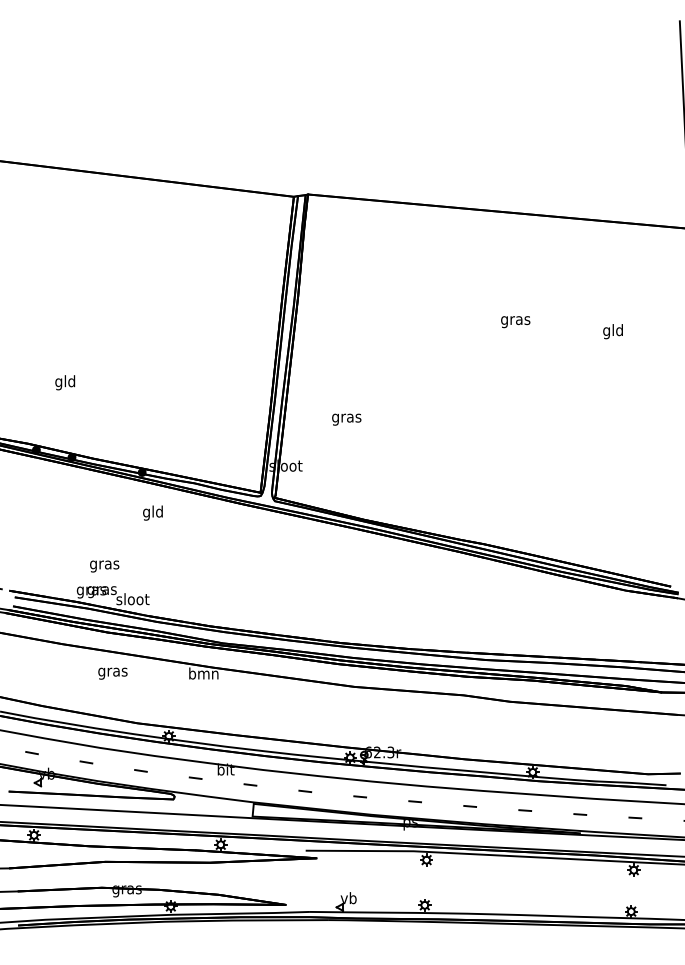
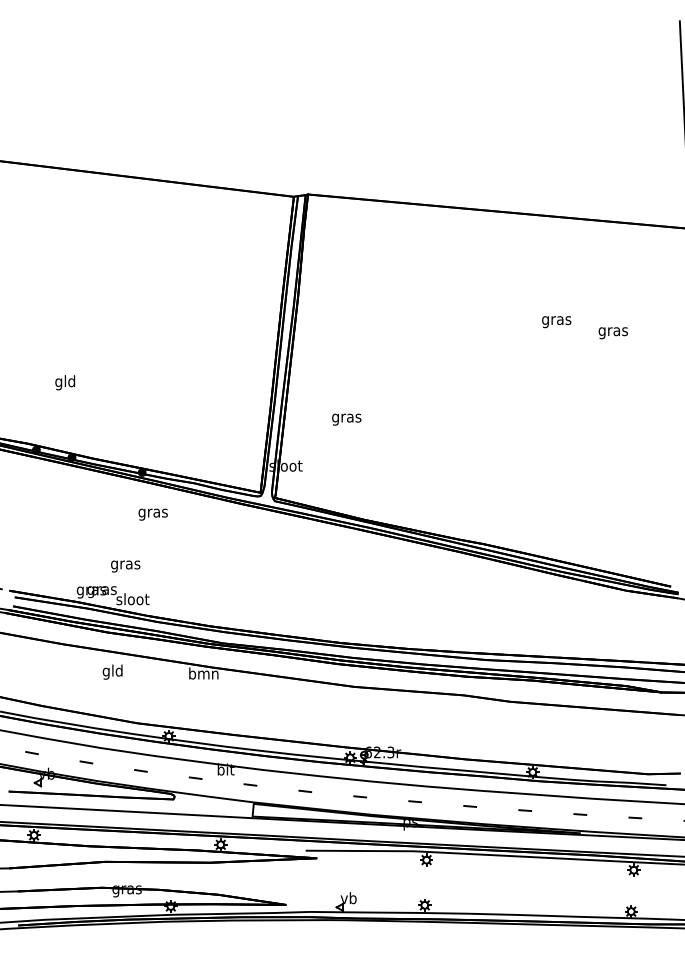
text at (515, 322) position: (515, 322) -> (556, 322)
text at (612, 331): gld -> gras
text at (152, 512): gld -> gras
text at (104, 566) position: (104, 566) -> (125, 566)
text at (112, 671): gras -> gld
